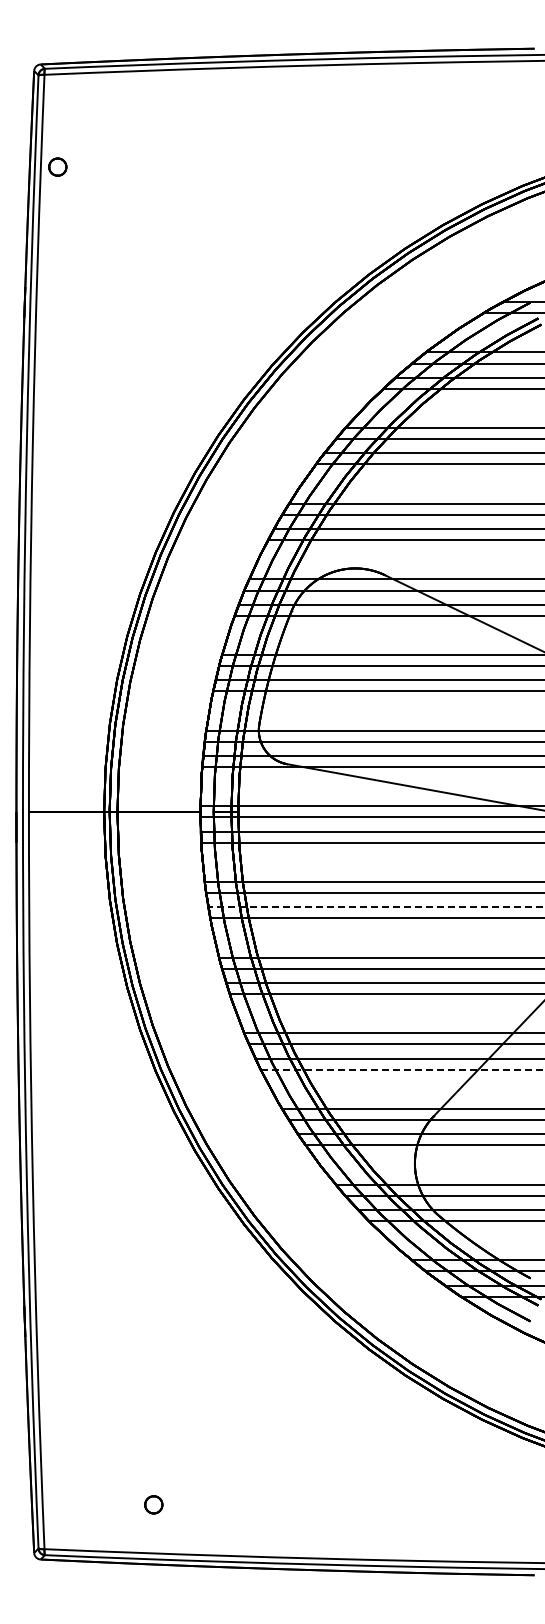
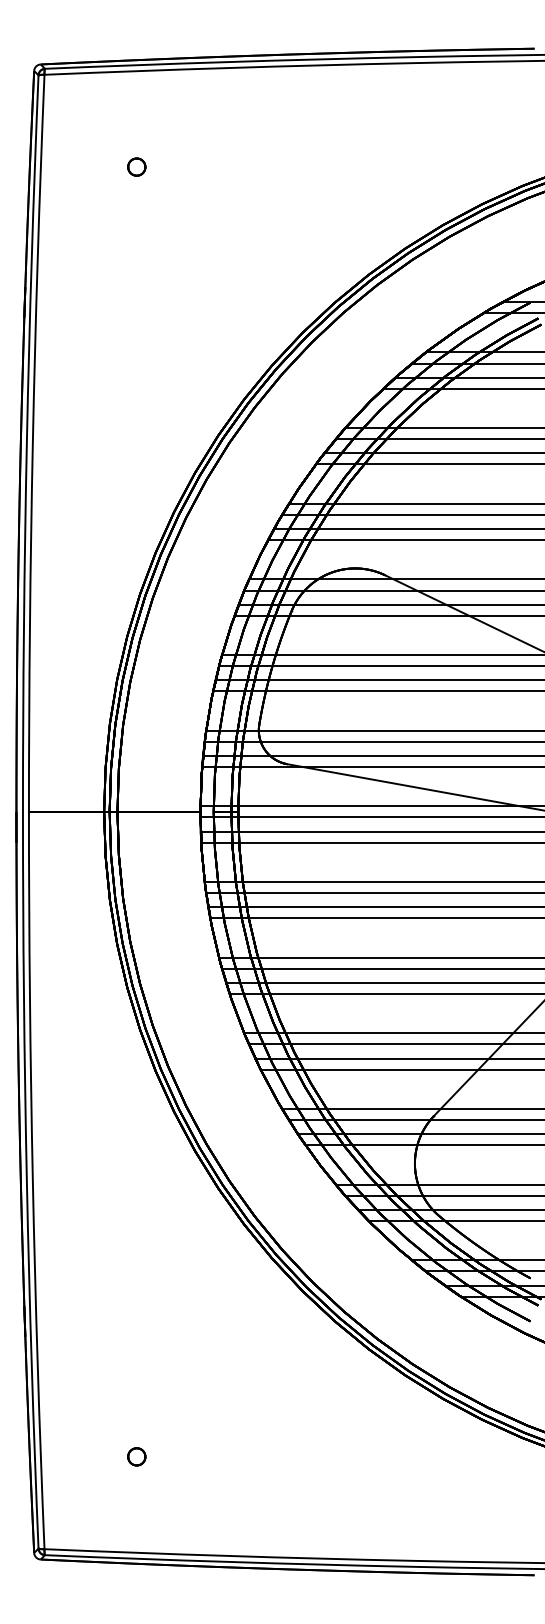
part at (57, 166) position: (57, 166) -> (136, 166)
line at (375, 907): dashed -> solid
line at (402, 1069): dashed -> solid
part at (153, 1504) position: (153, 1504) -> (136, 1456)
